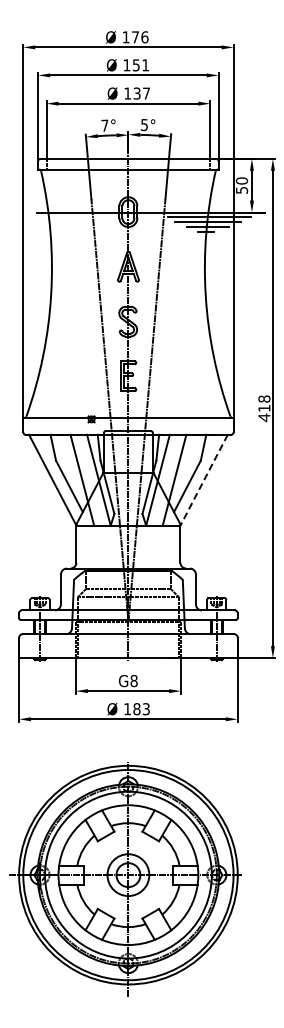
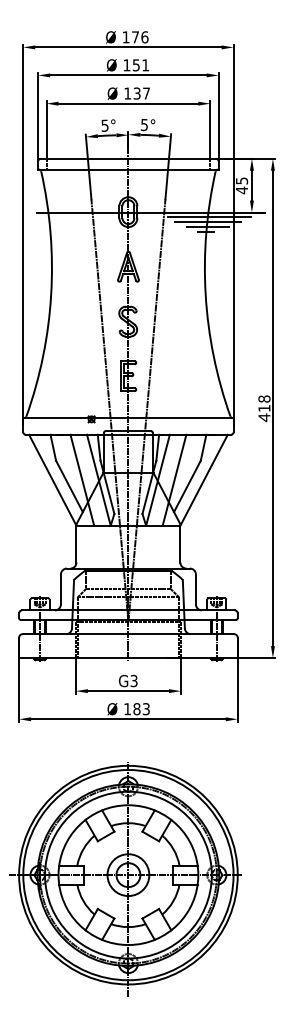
text at (104, 125): 7° -> 5°
text at (241, 185): 50 -> 45
line at (203, 480): dashed -> solid
text at (133, 681): G8 -> G3
